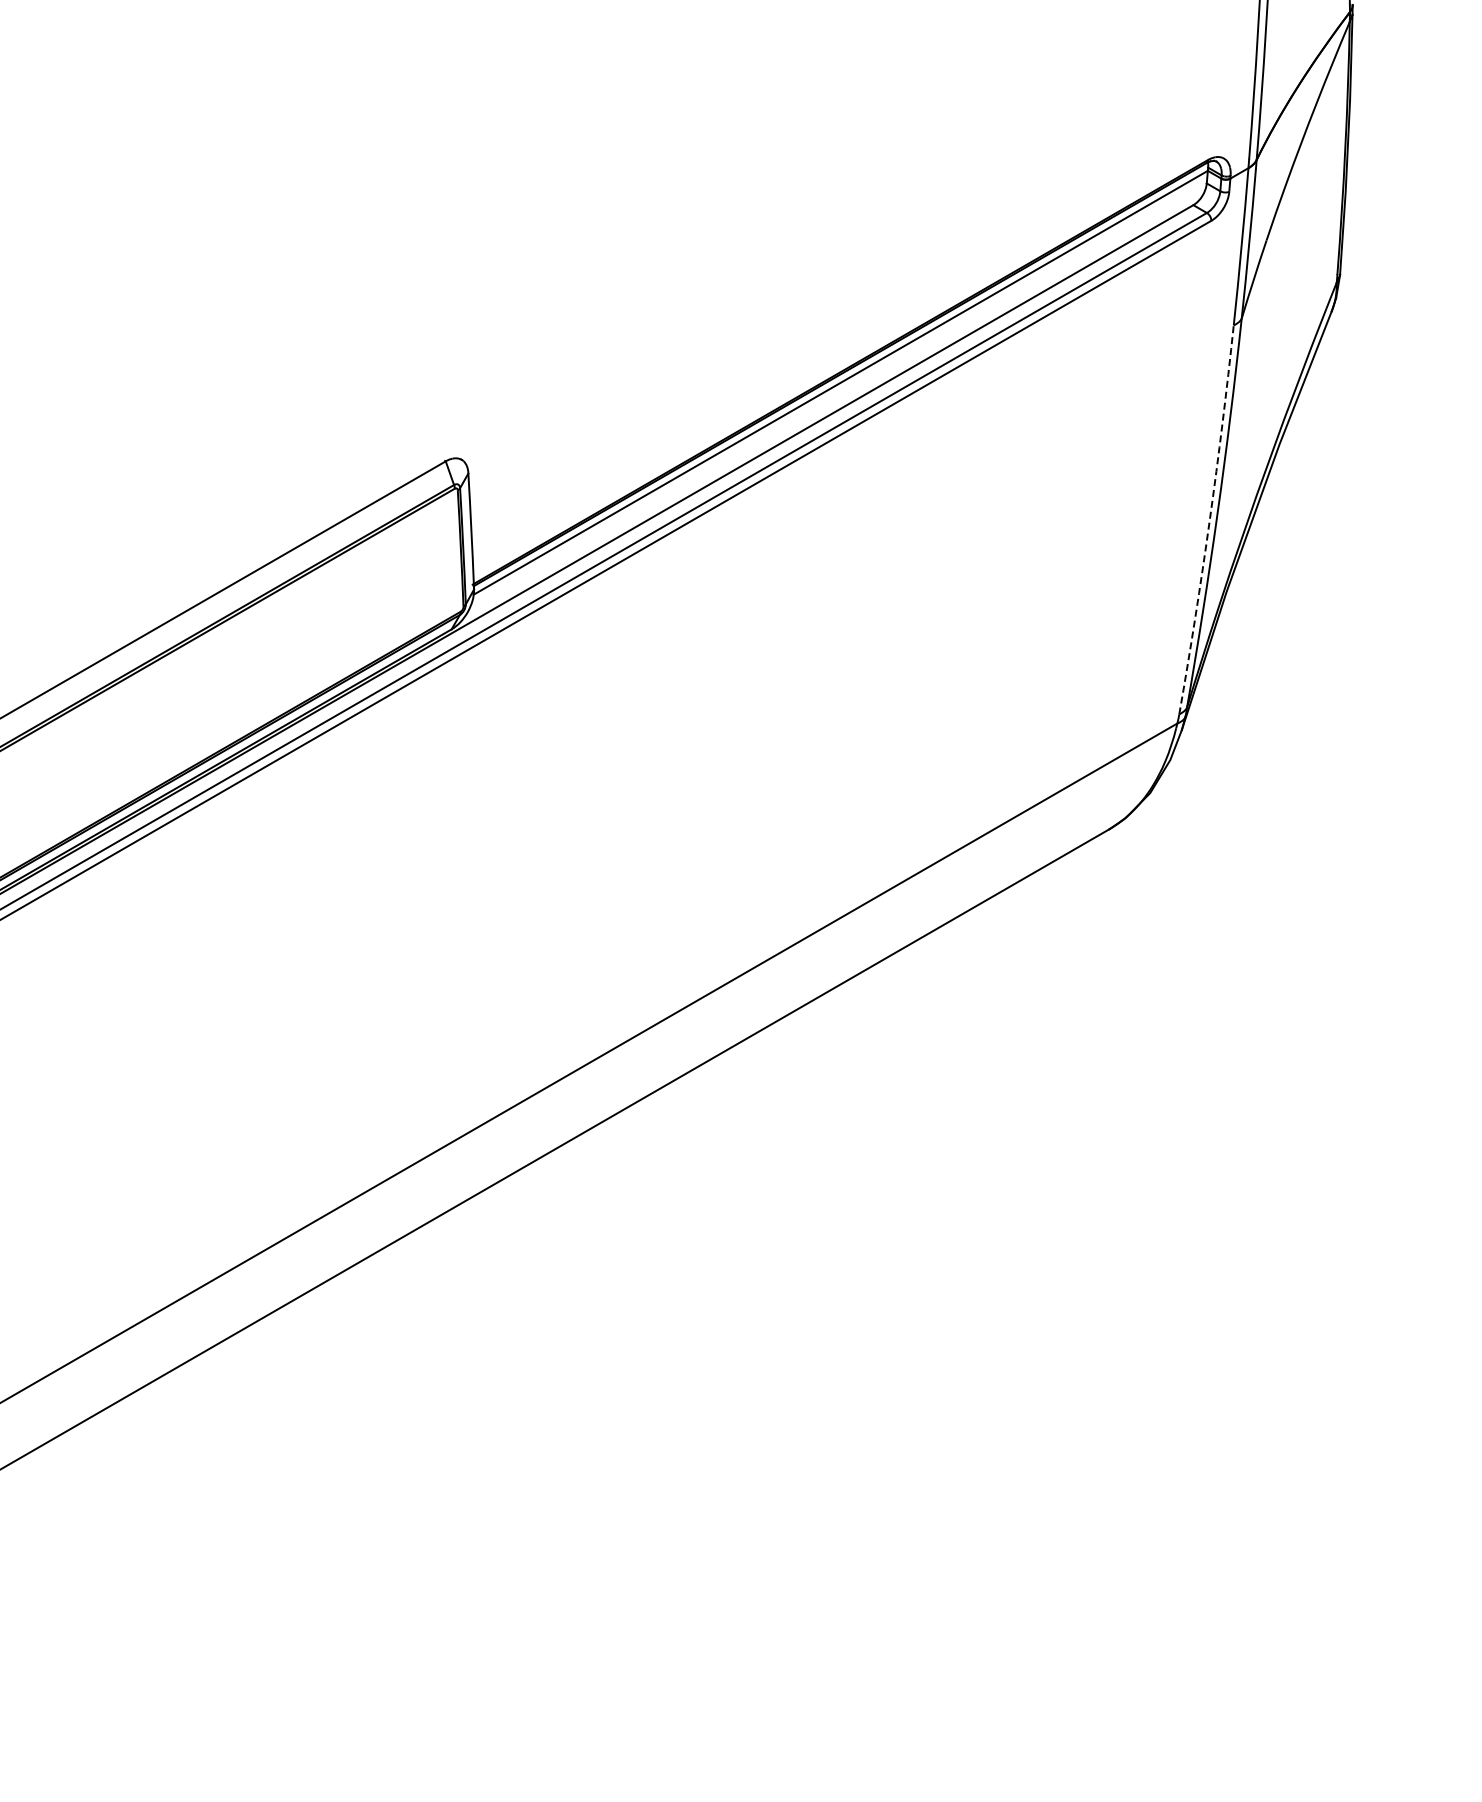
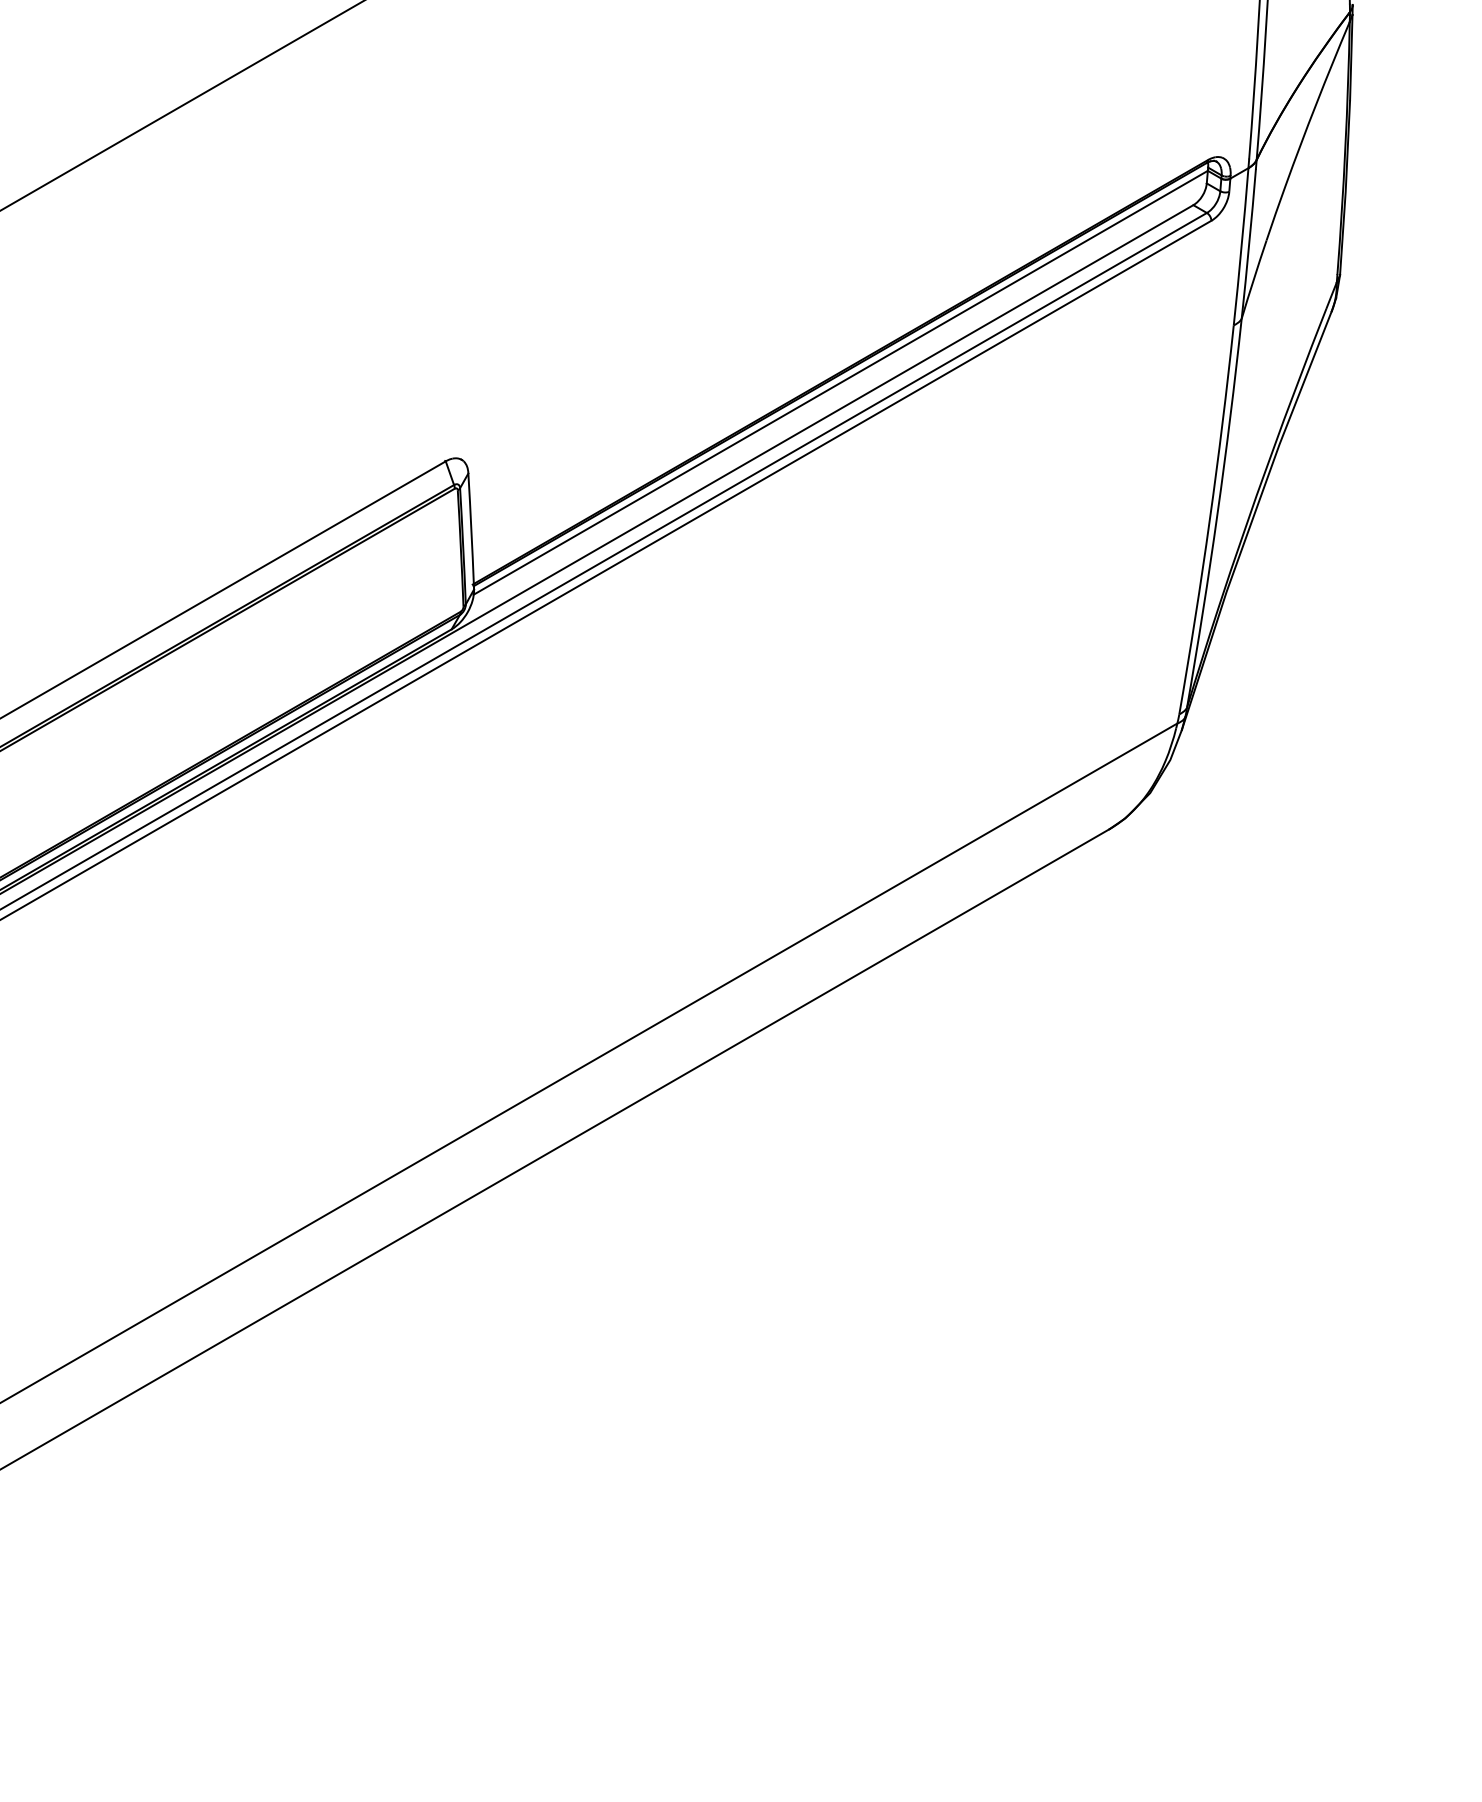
line at (181, 105): none -> present
arc at (1209, 520): dashed -> solid
